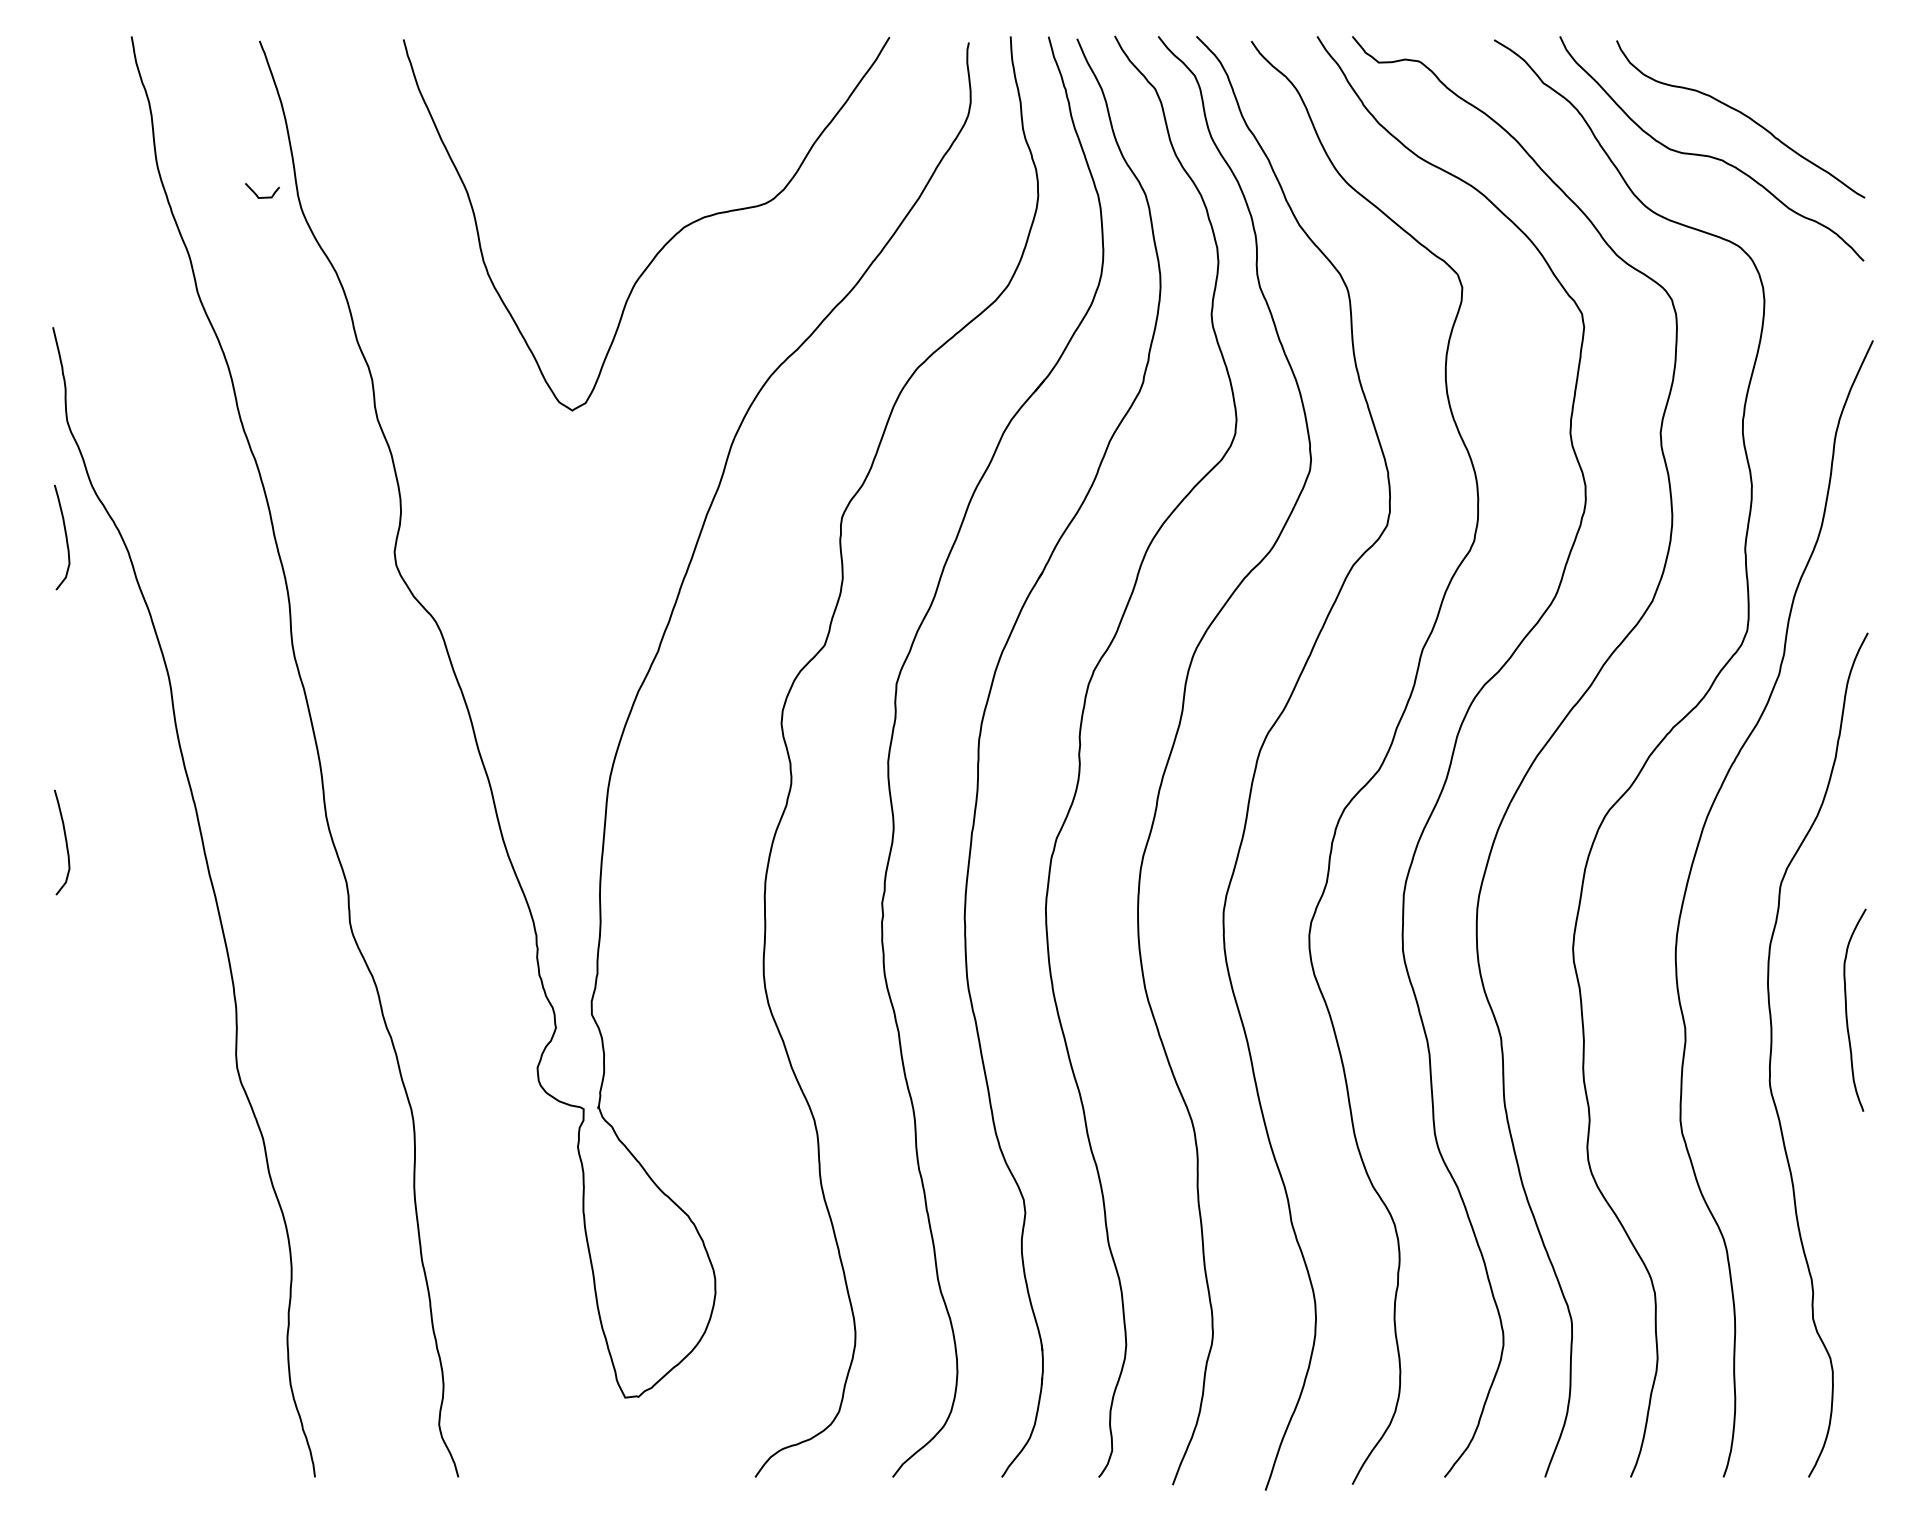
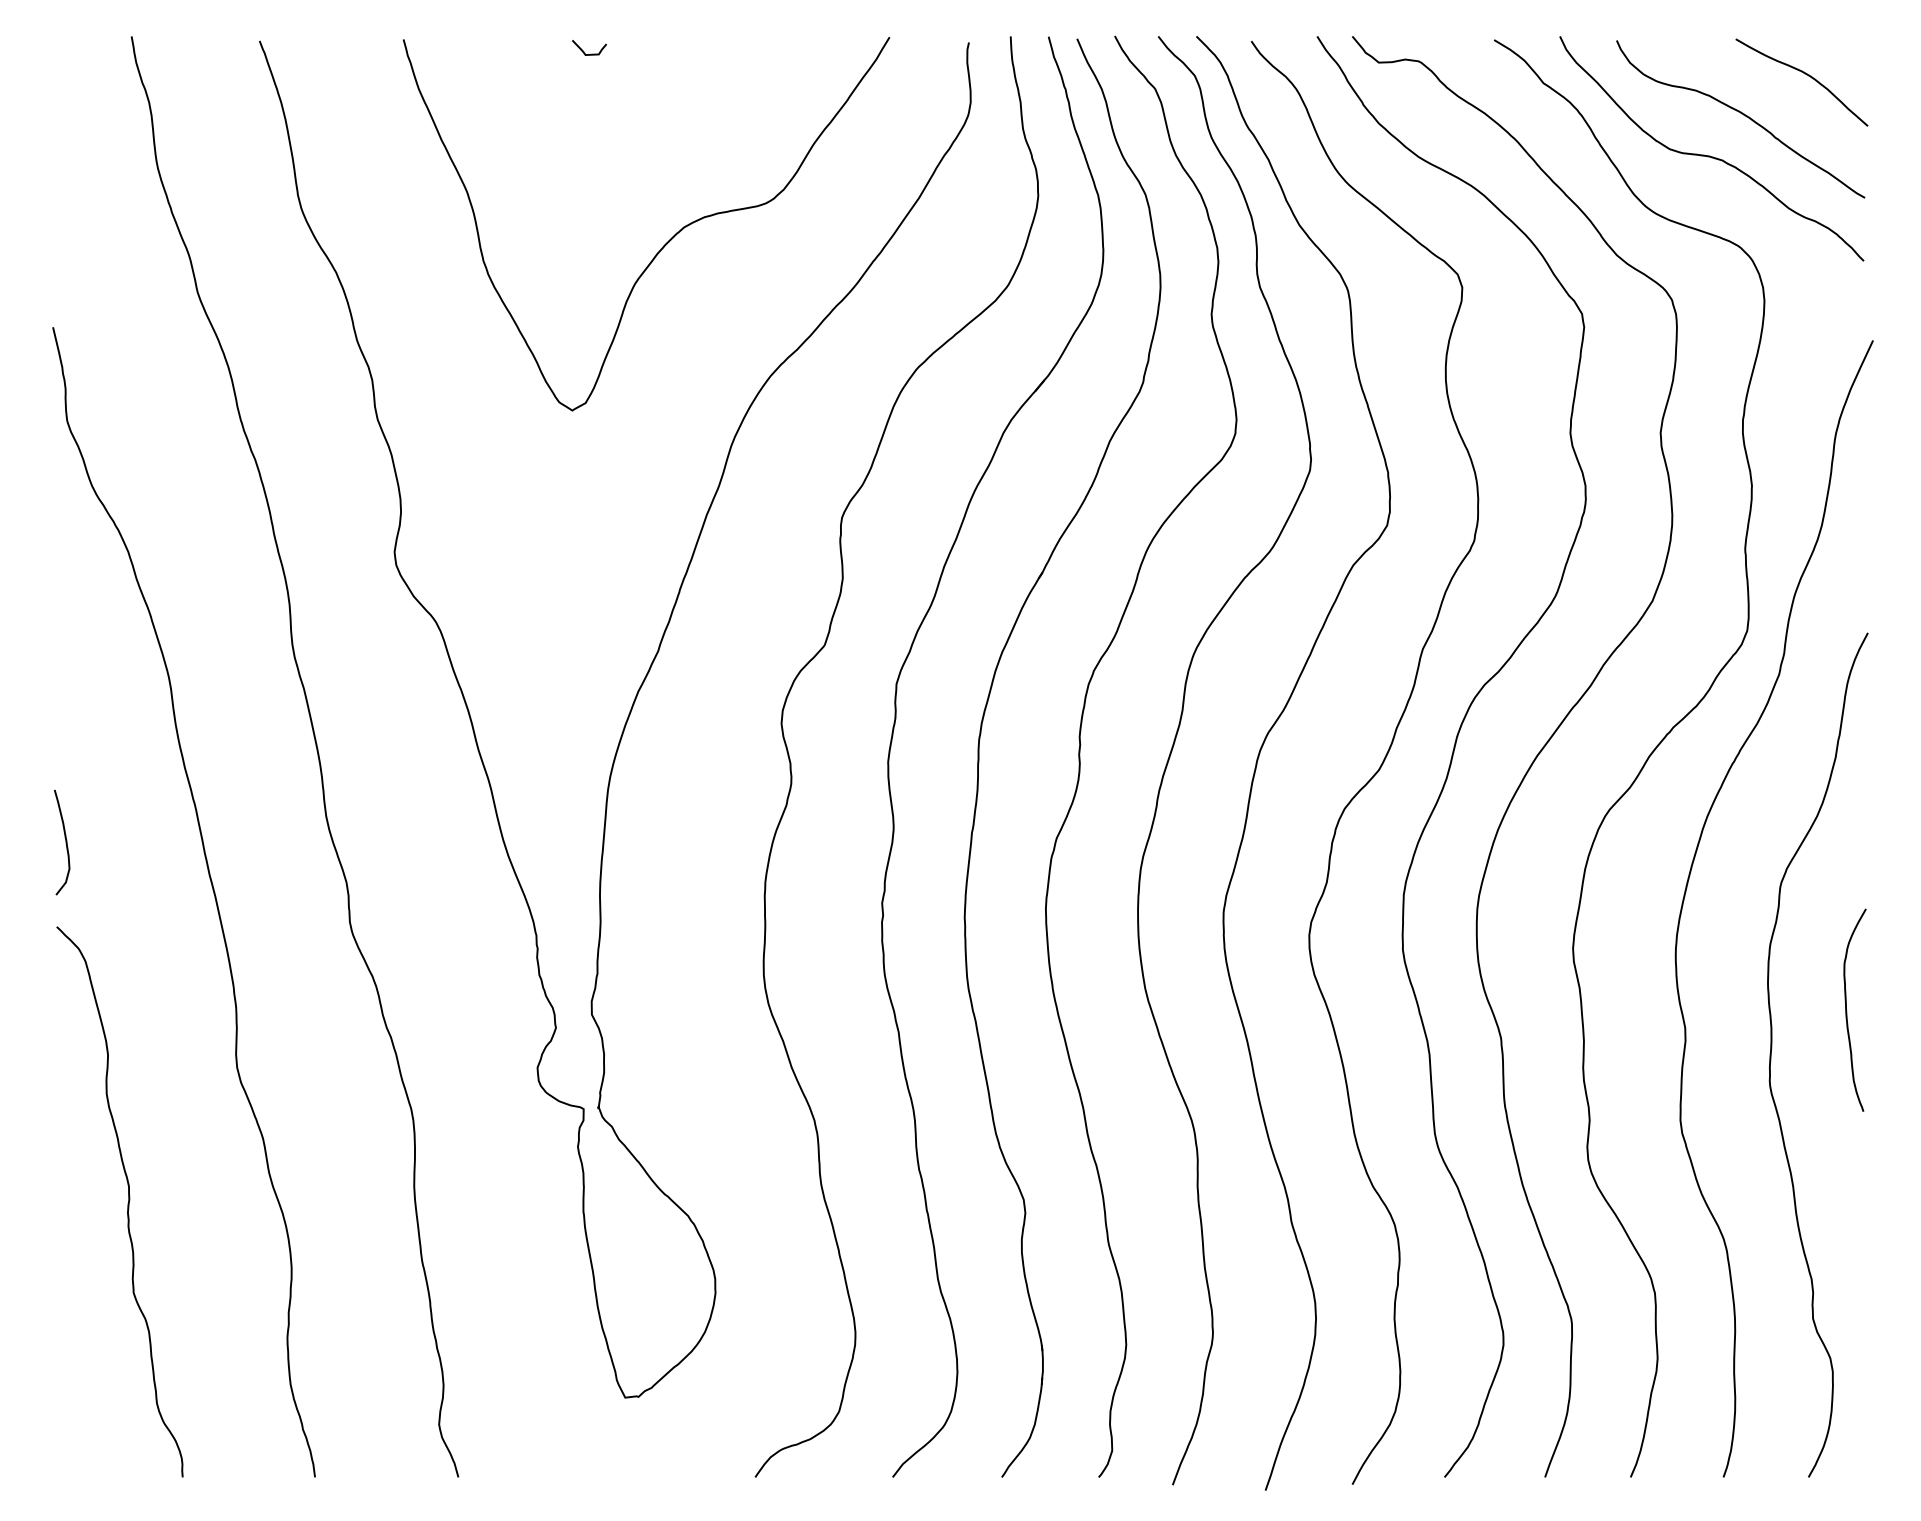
curve at (1806, 75): none -> present
curve at (263, 196) position: (263, 196) -> (590, 53)
curve at (65, 537): present -> none
curve at (127, 1203): none -> present
